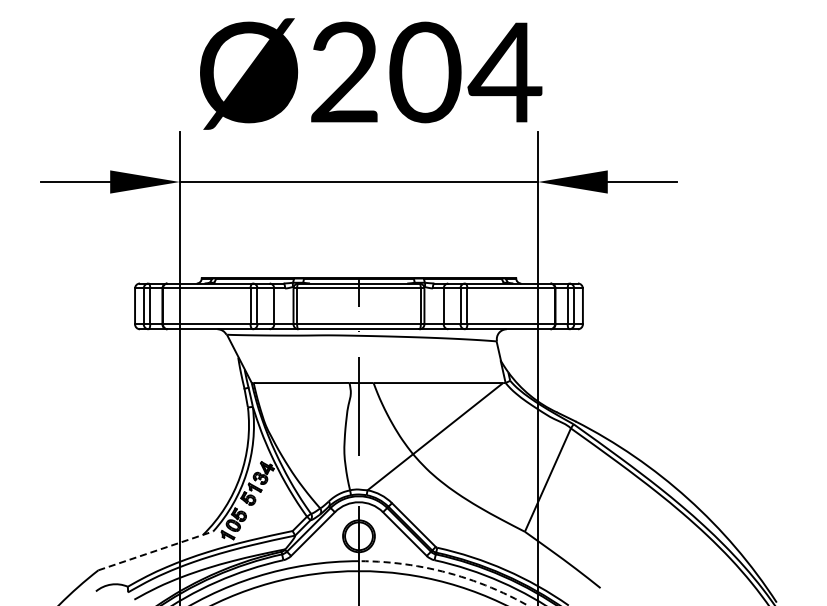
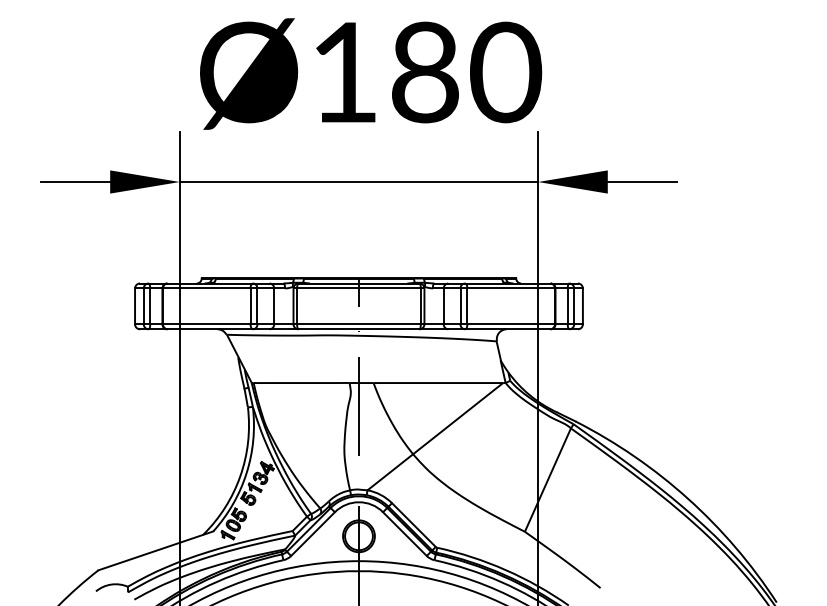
text at (426, 72): Ø204 -> Ø180
line at (155, 550): dashed -> solid
arc at (445, 572): dashed -> solid
